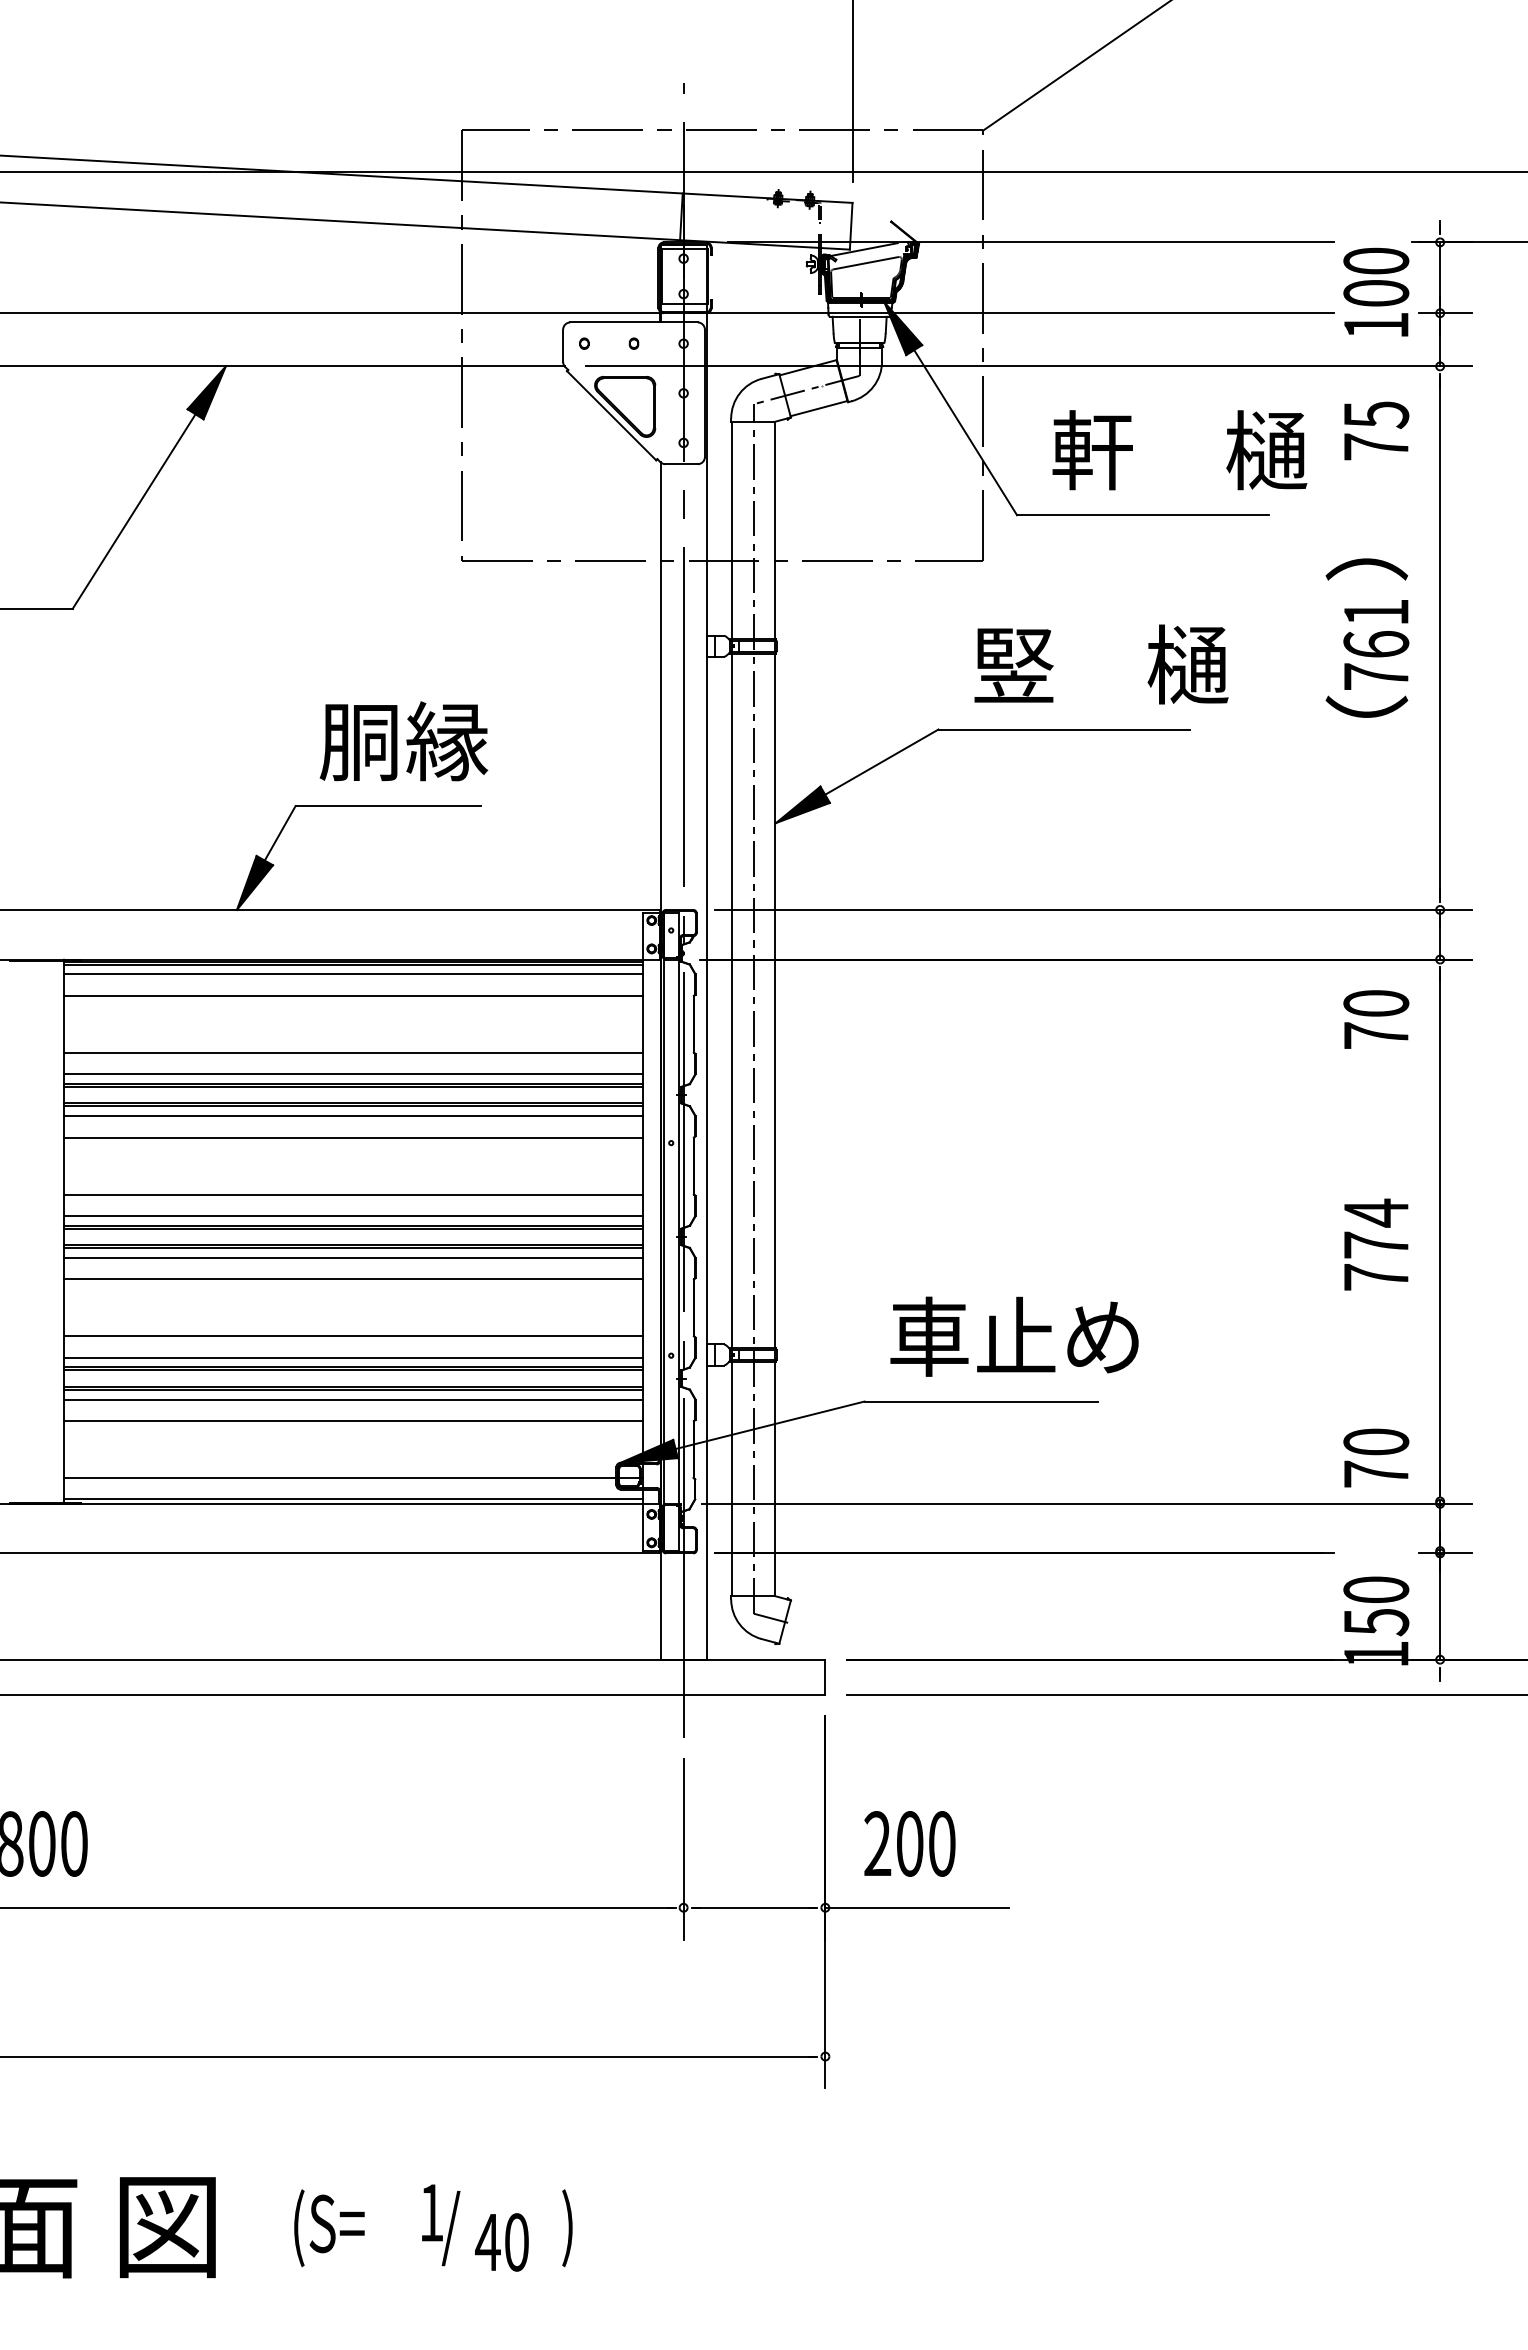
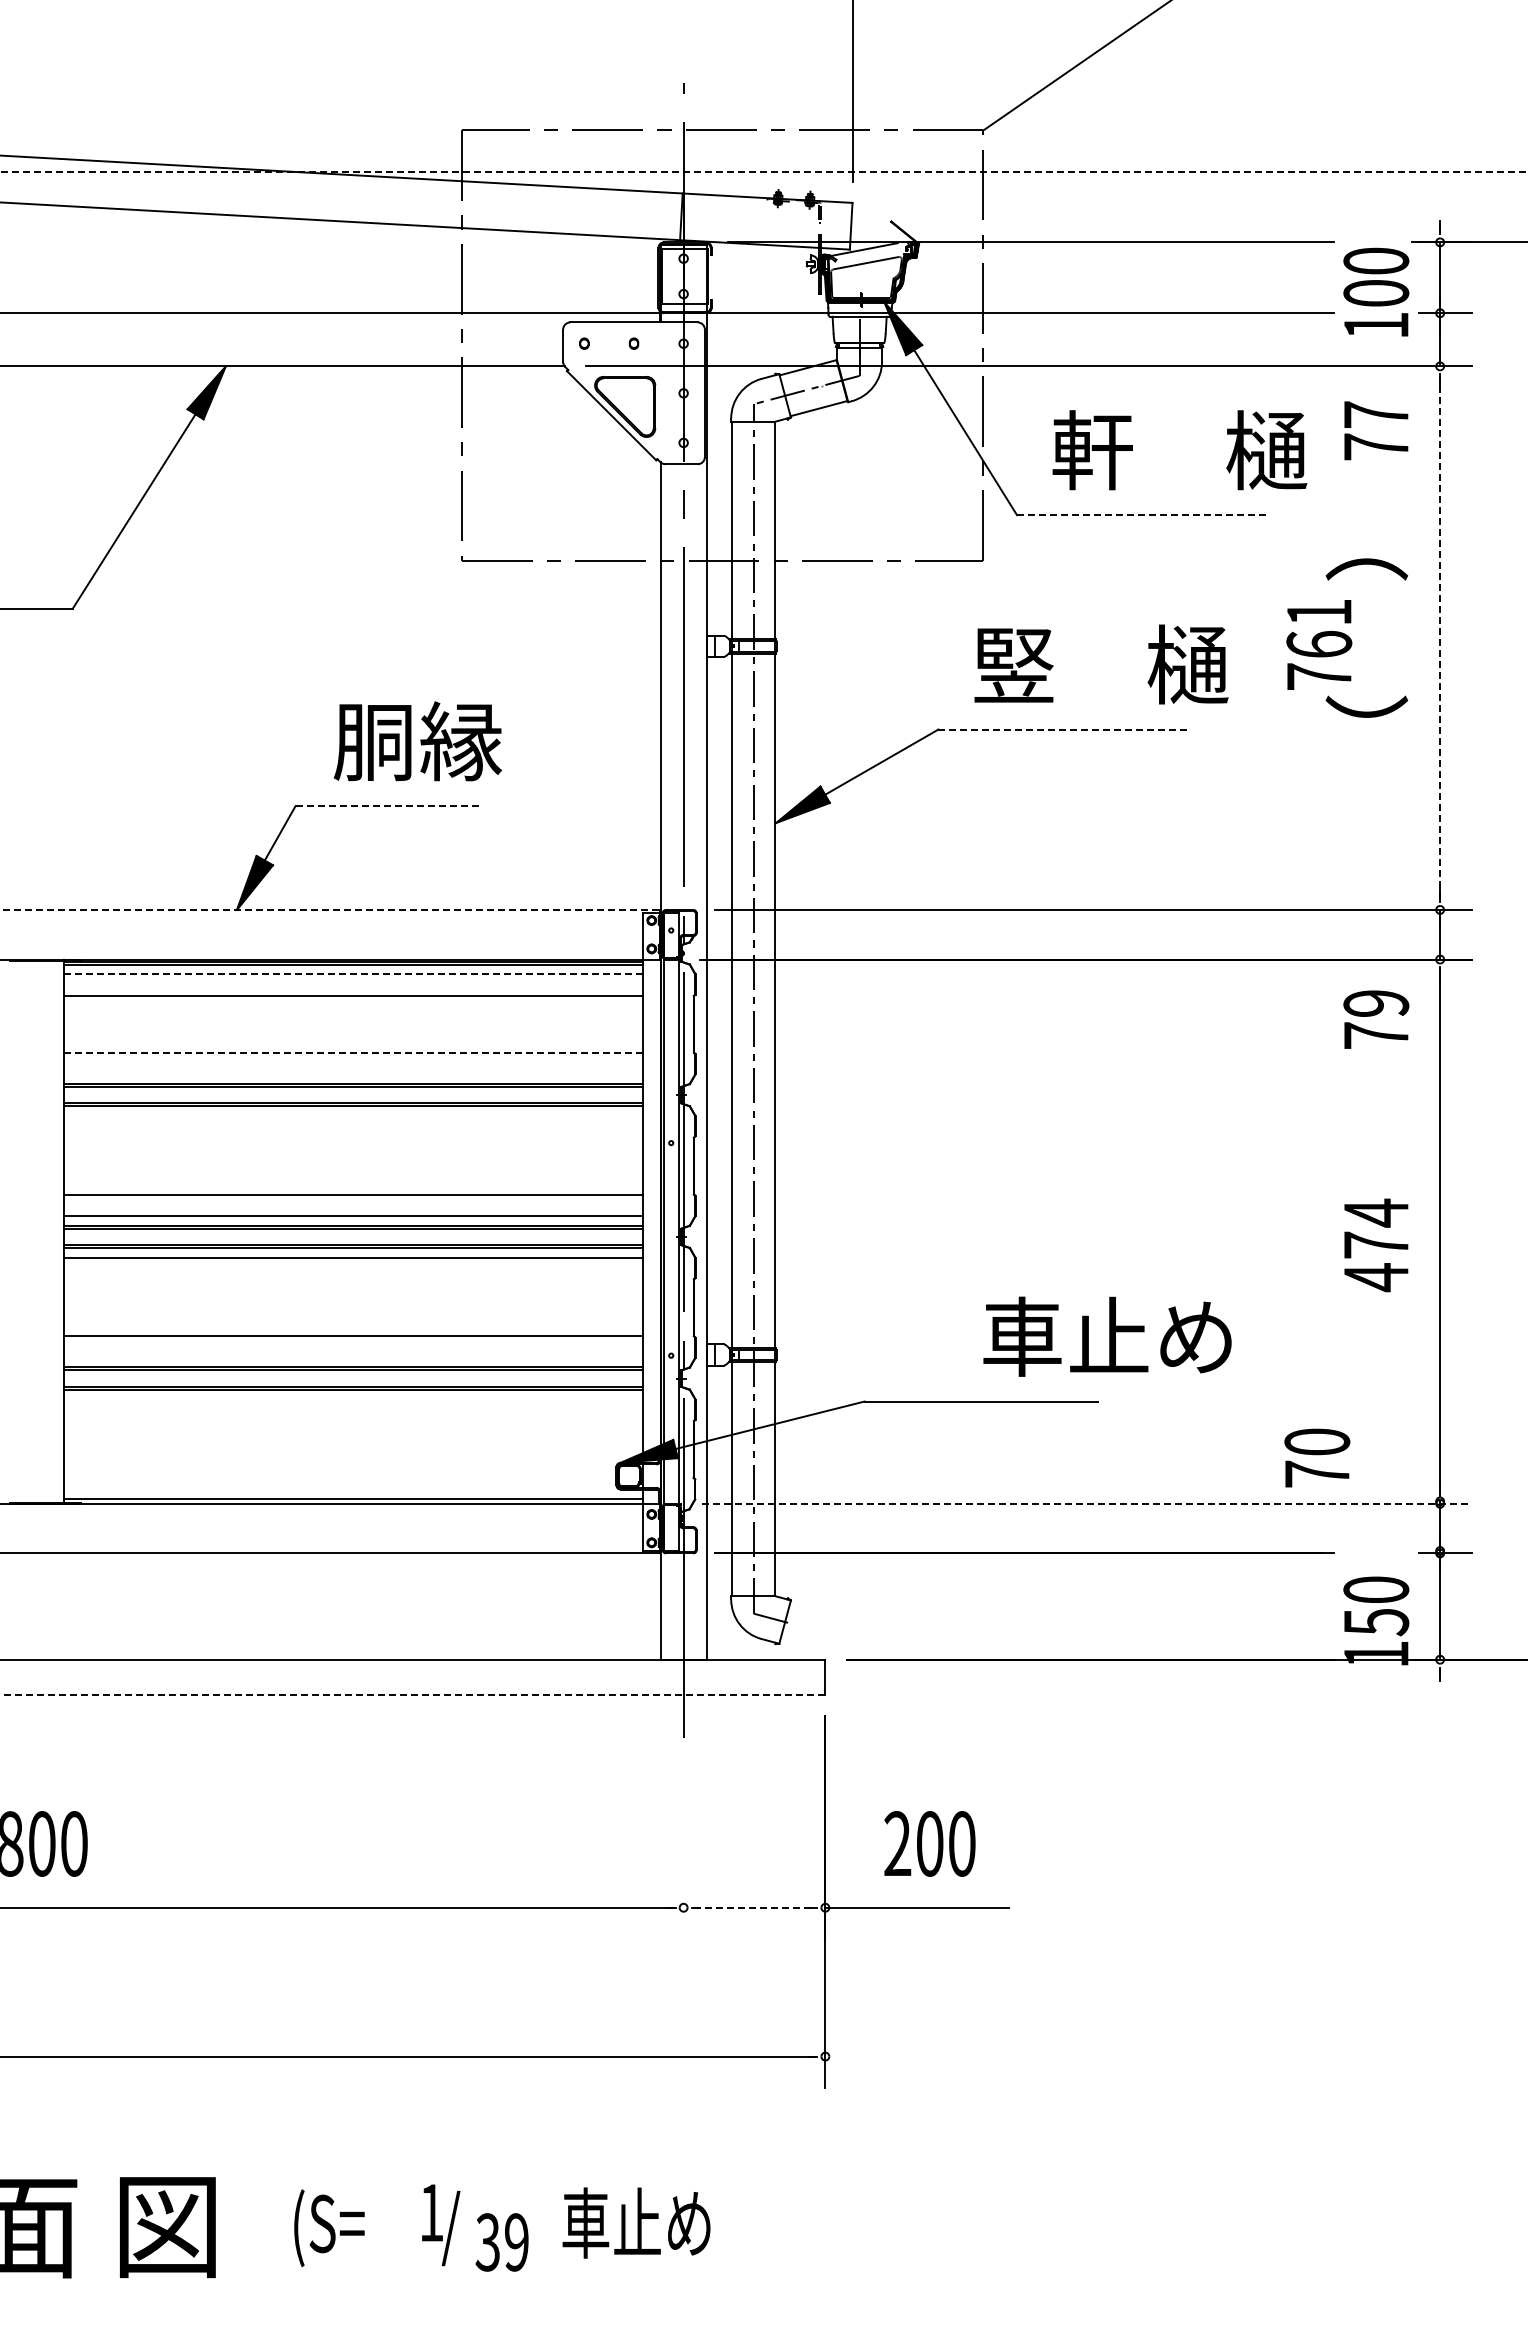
line at (763, 171): solid -> dashed
text at (1376, 415): 75 -> 77
line at (1143, 515): solid -> dashed
line at (1440, 637): solid -> dashed
text at (1376, 644) position: (1376, 644) -> (1319, 644)
line at (1064, 729): solid -> dashed
text at (403, 741) position: (403, 741) -> (417, 741)
line at (388, 806): solid -> dashed
line at (330, 909): solid -> dashed
line at (353, 974): solid -> dashed
text at (1376, 1003): 70 -> 79
line at (353, 1052): solid -> dashed
line at (352, 1074): present -> none
line at (352, 1116): present -> none
line at (352, 1137): present -> none
text at (1376, 1277): 774 -> 474
line at (352, 1279): present -> none
text at (1014, 1336) position: (1014, 1336) -> (1107, 1336)
line at (352, 1357): present -> none
line at (352, 1399): present -> none
line at (352, 1420): present -> none
text at (1376, 1457) position: (1376, 1457) -> (1317, 1457)
line at (352, 1478): present -> none
line at (1087, 1503): solid -> dashed
line at (412, 1695): solid -> dashed
line at (1185, 1695): present -> none
text at (909, 1843) position: (909, 1843) -> (929, 1843)
line at (683, 1848): present -> none
line at (755, 1907): solid -> dashed
text at (636, 2227): ) -> 車止め
text at (501, 2242): 40 -> 39
